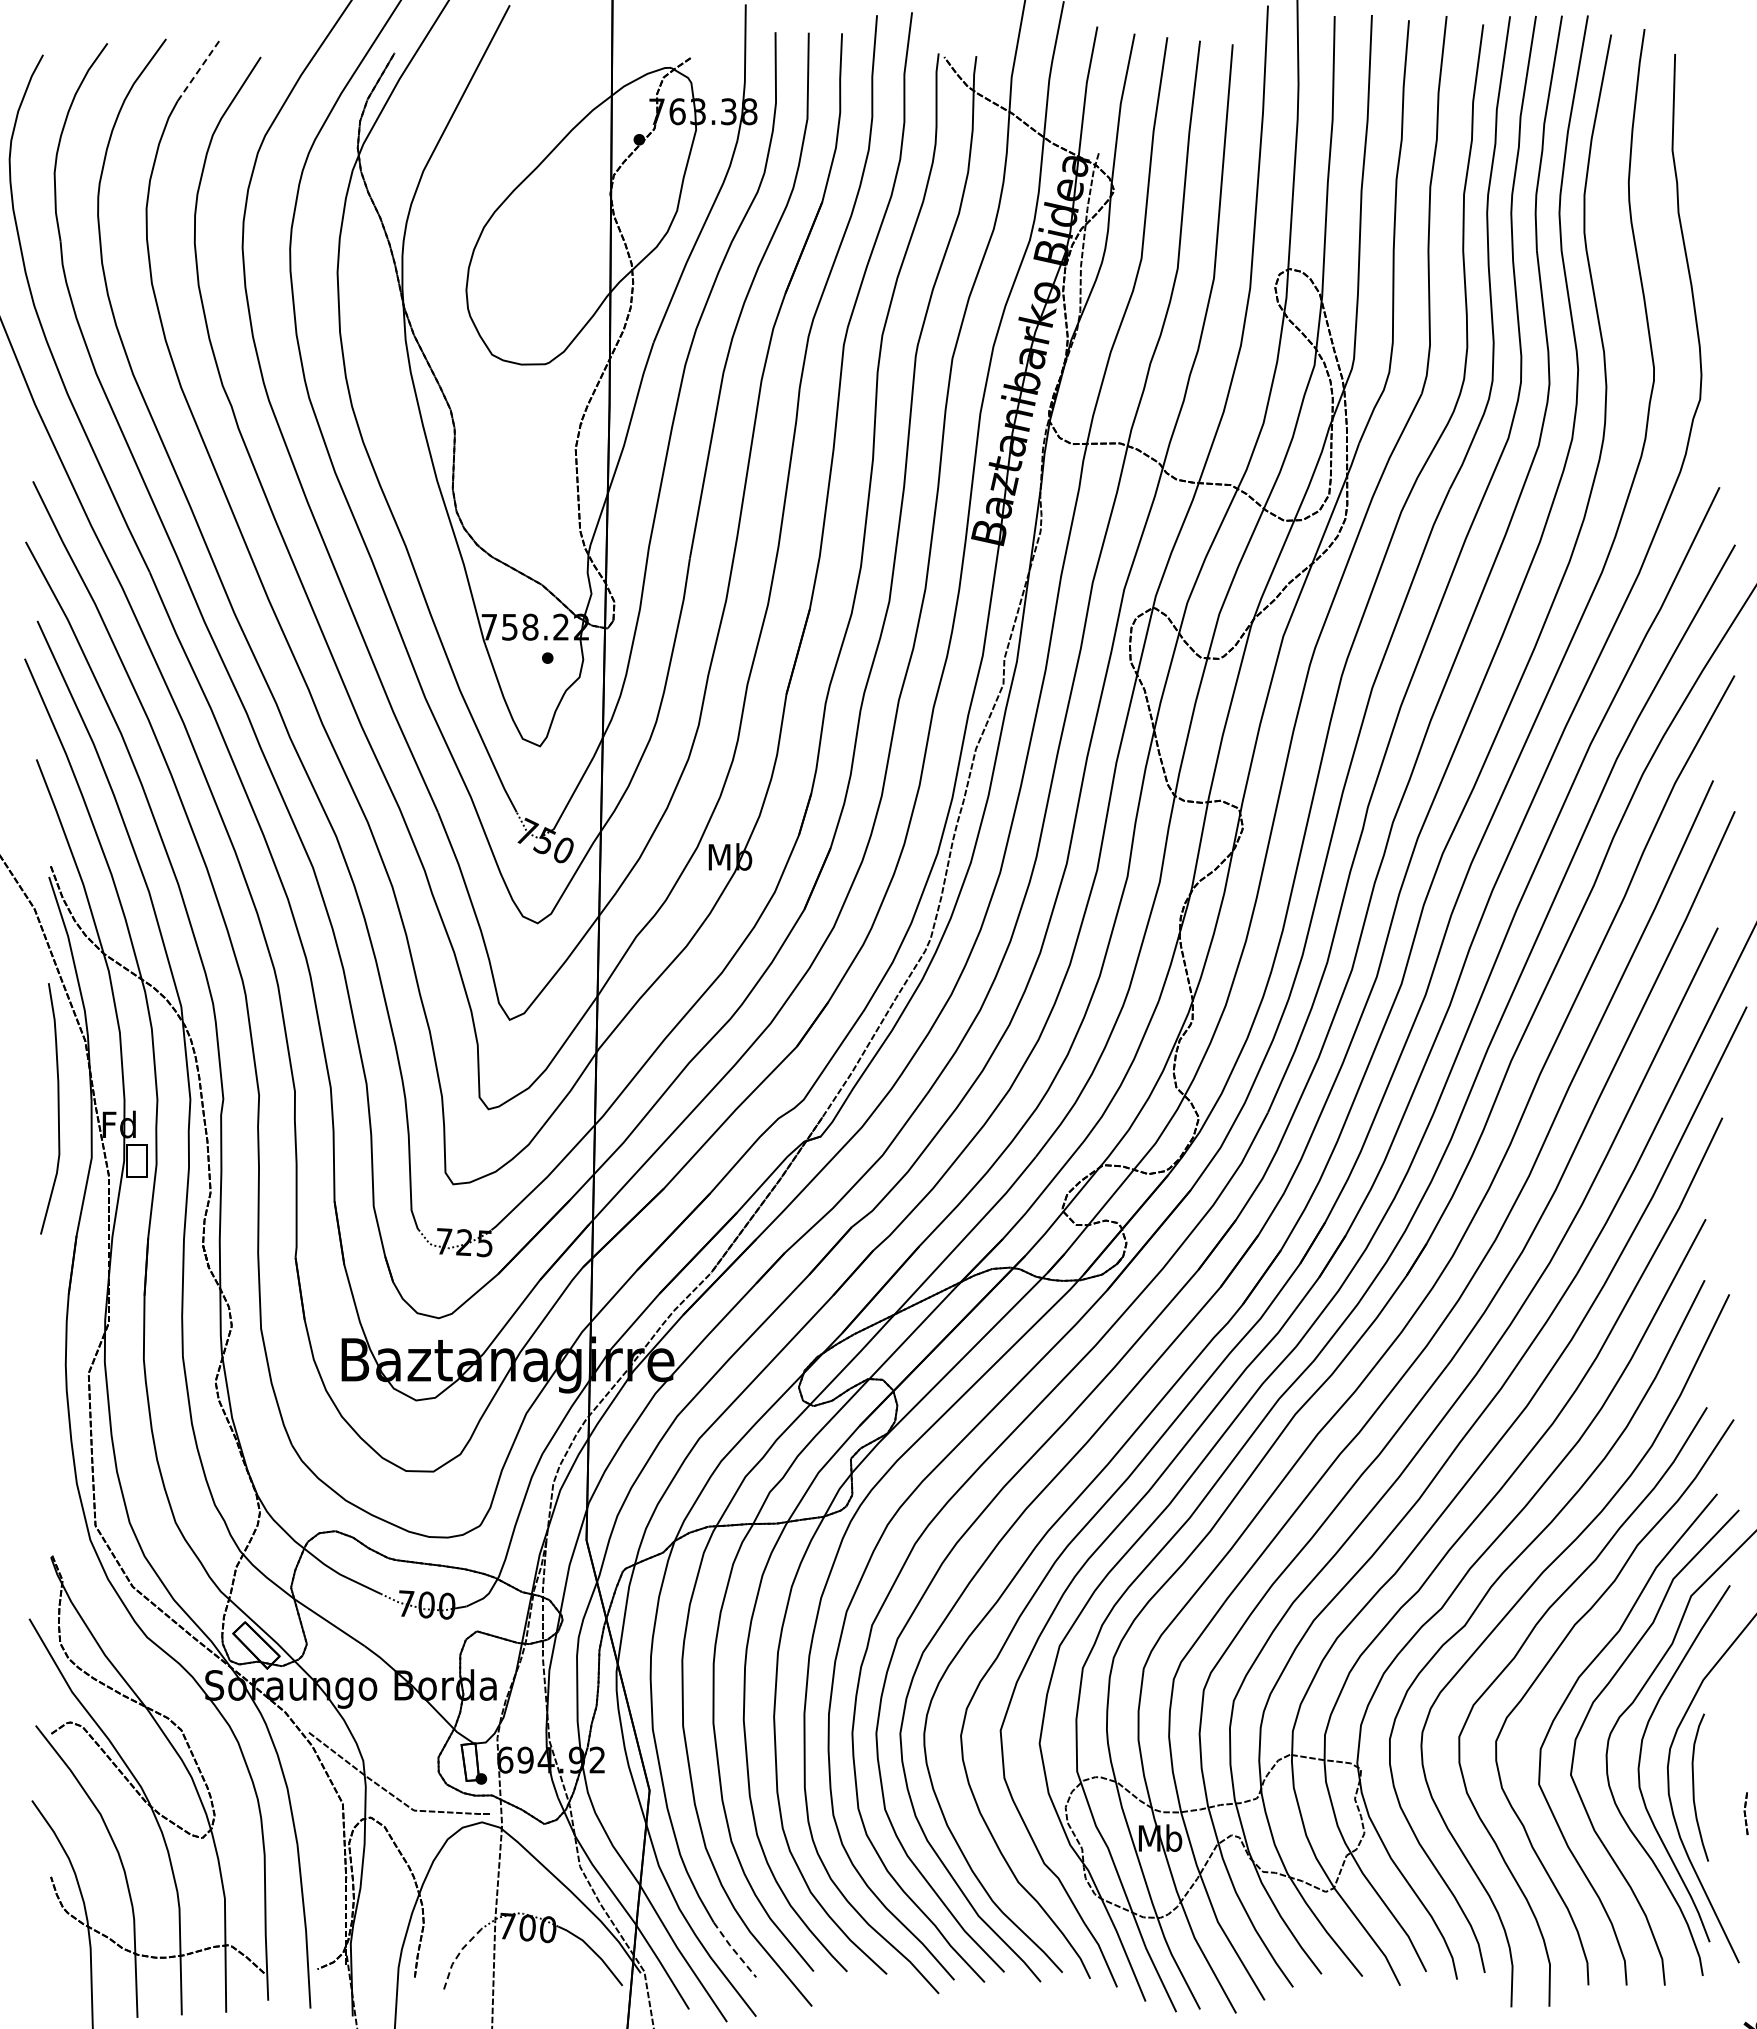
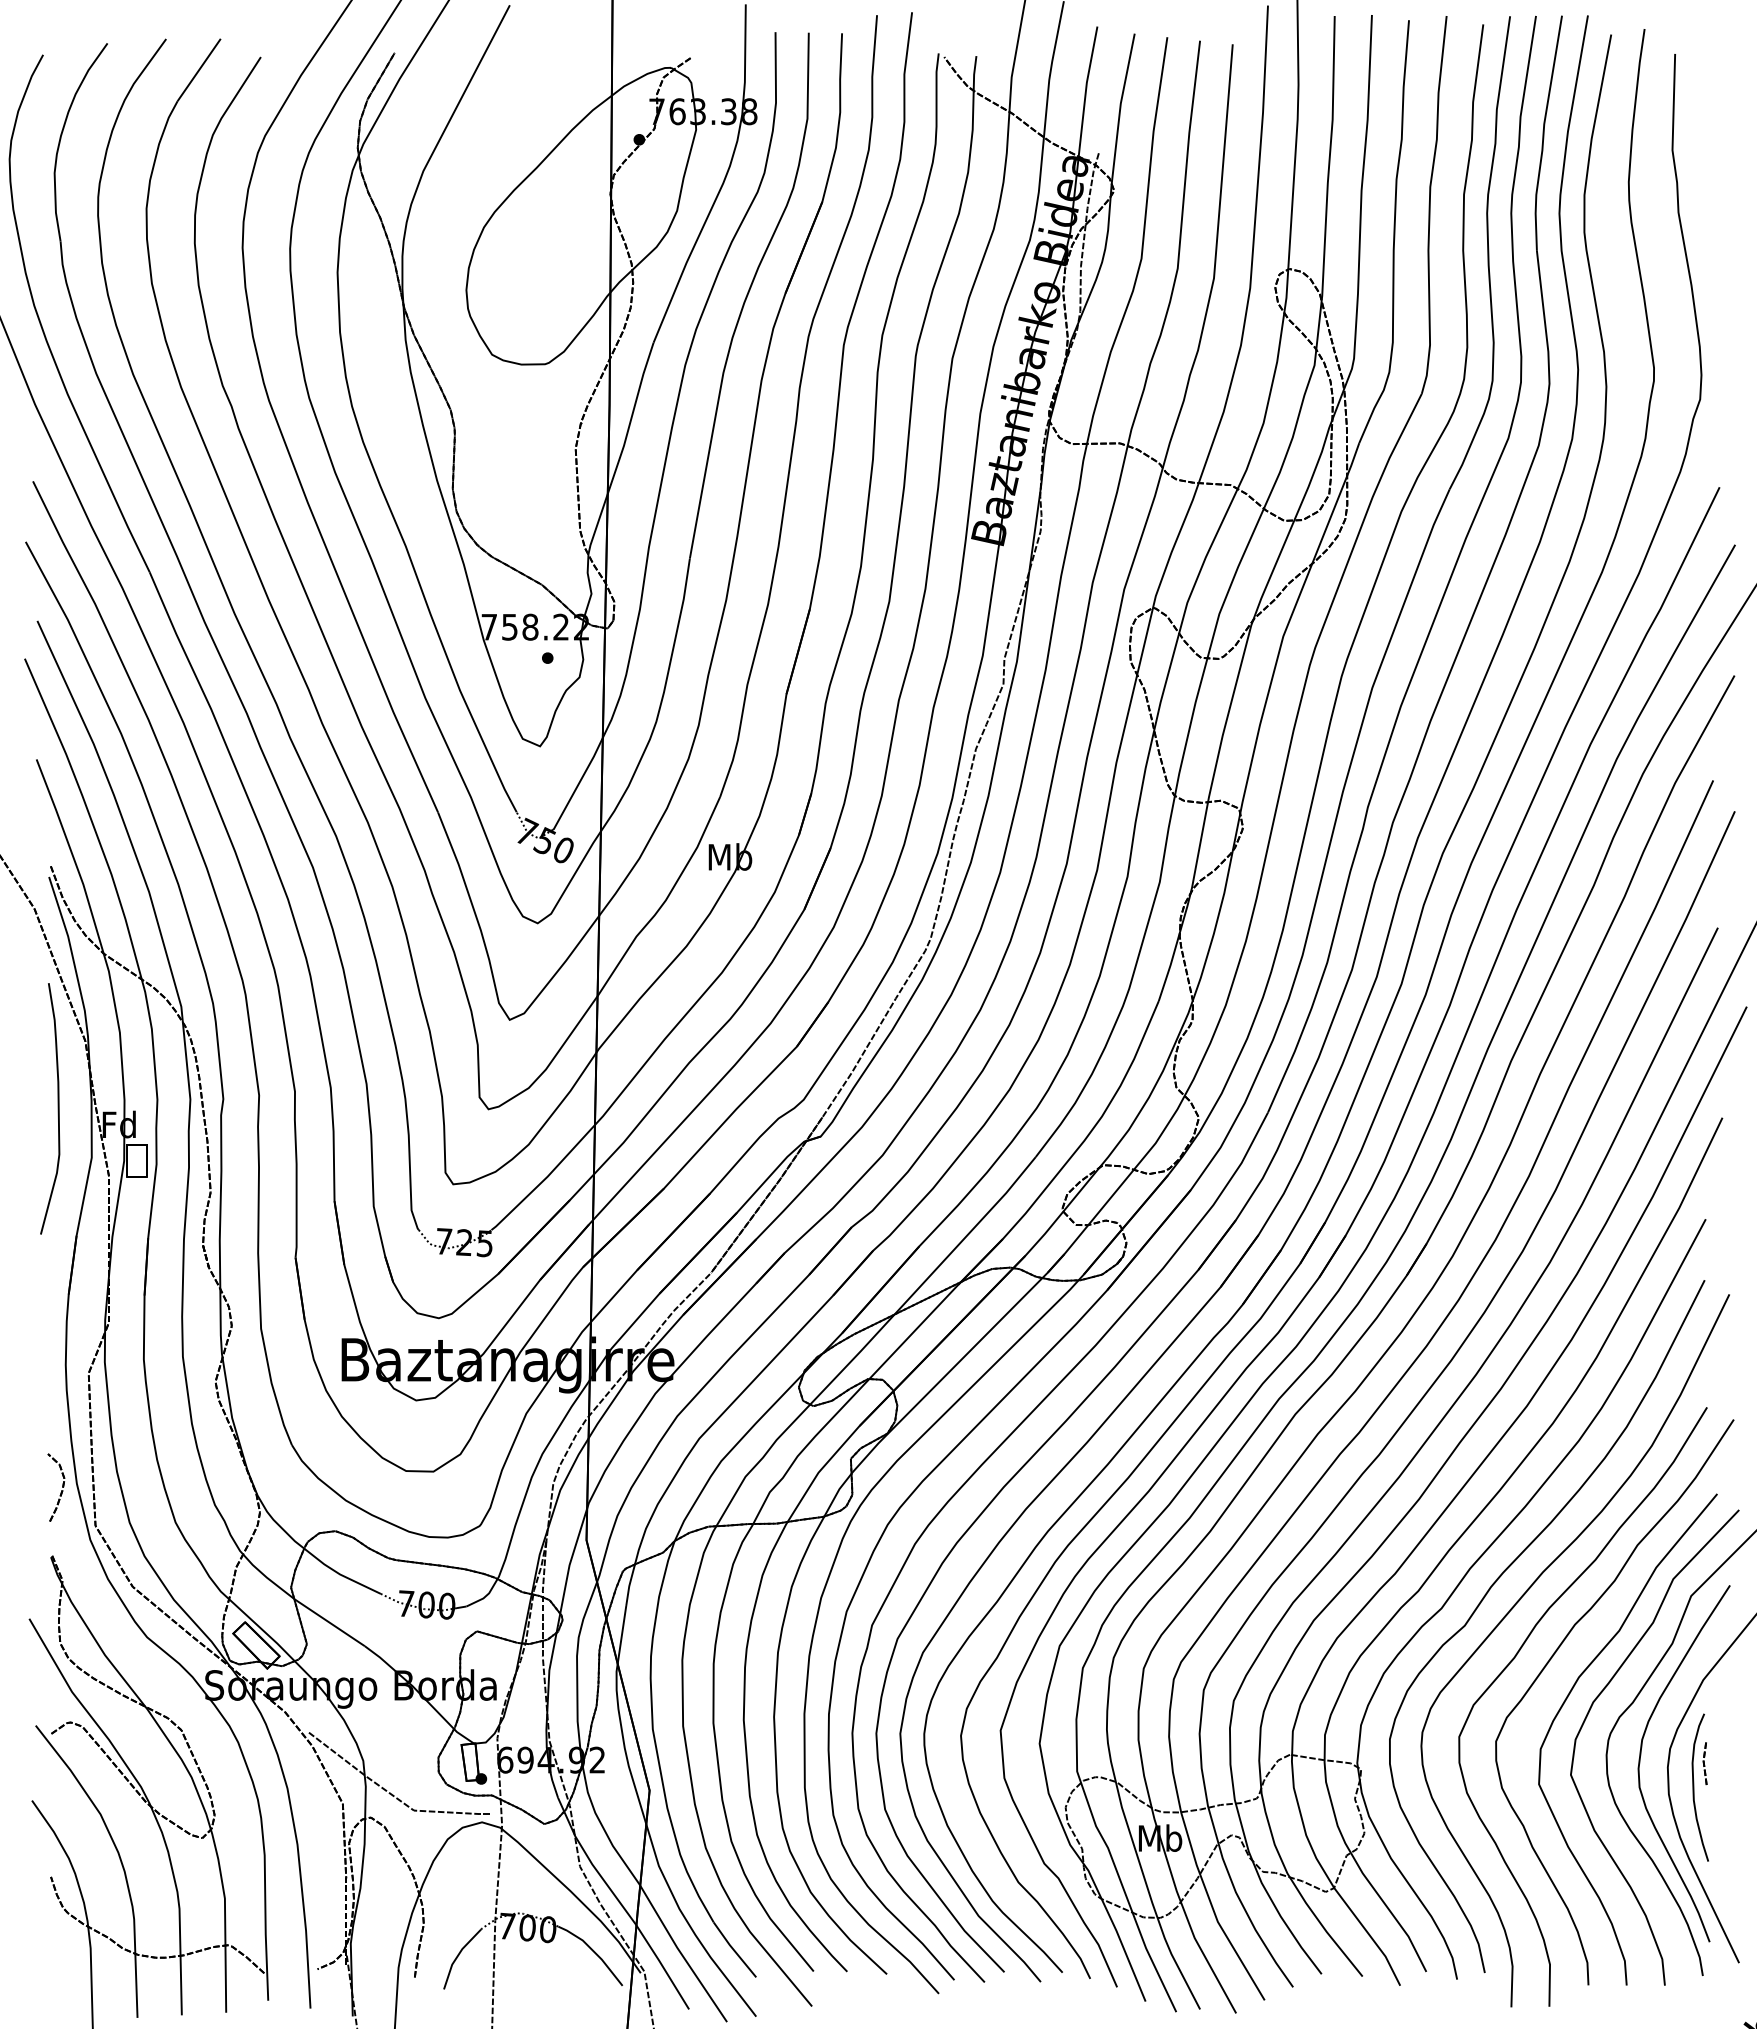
line at (199, 70): dashed -> solid
part at (56, 1487): none -> present
part at (1745, 1813) position: (1745, 1813) -> (1704, 1763)
line at (734, 1950): dashed -> solid
line at (457, 1956): dashed -> solid
